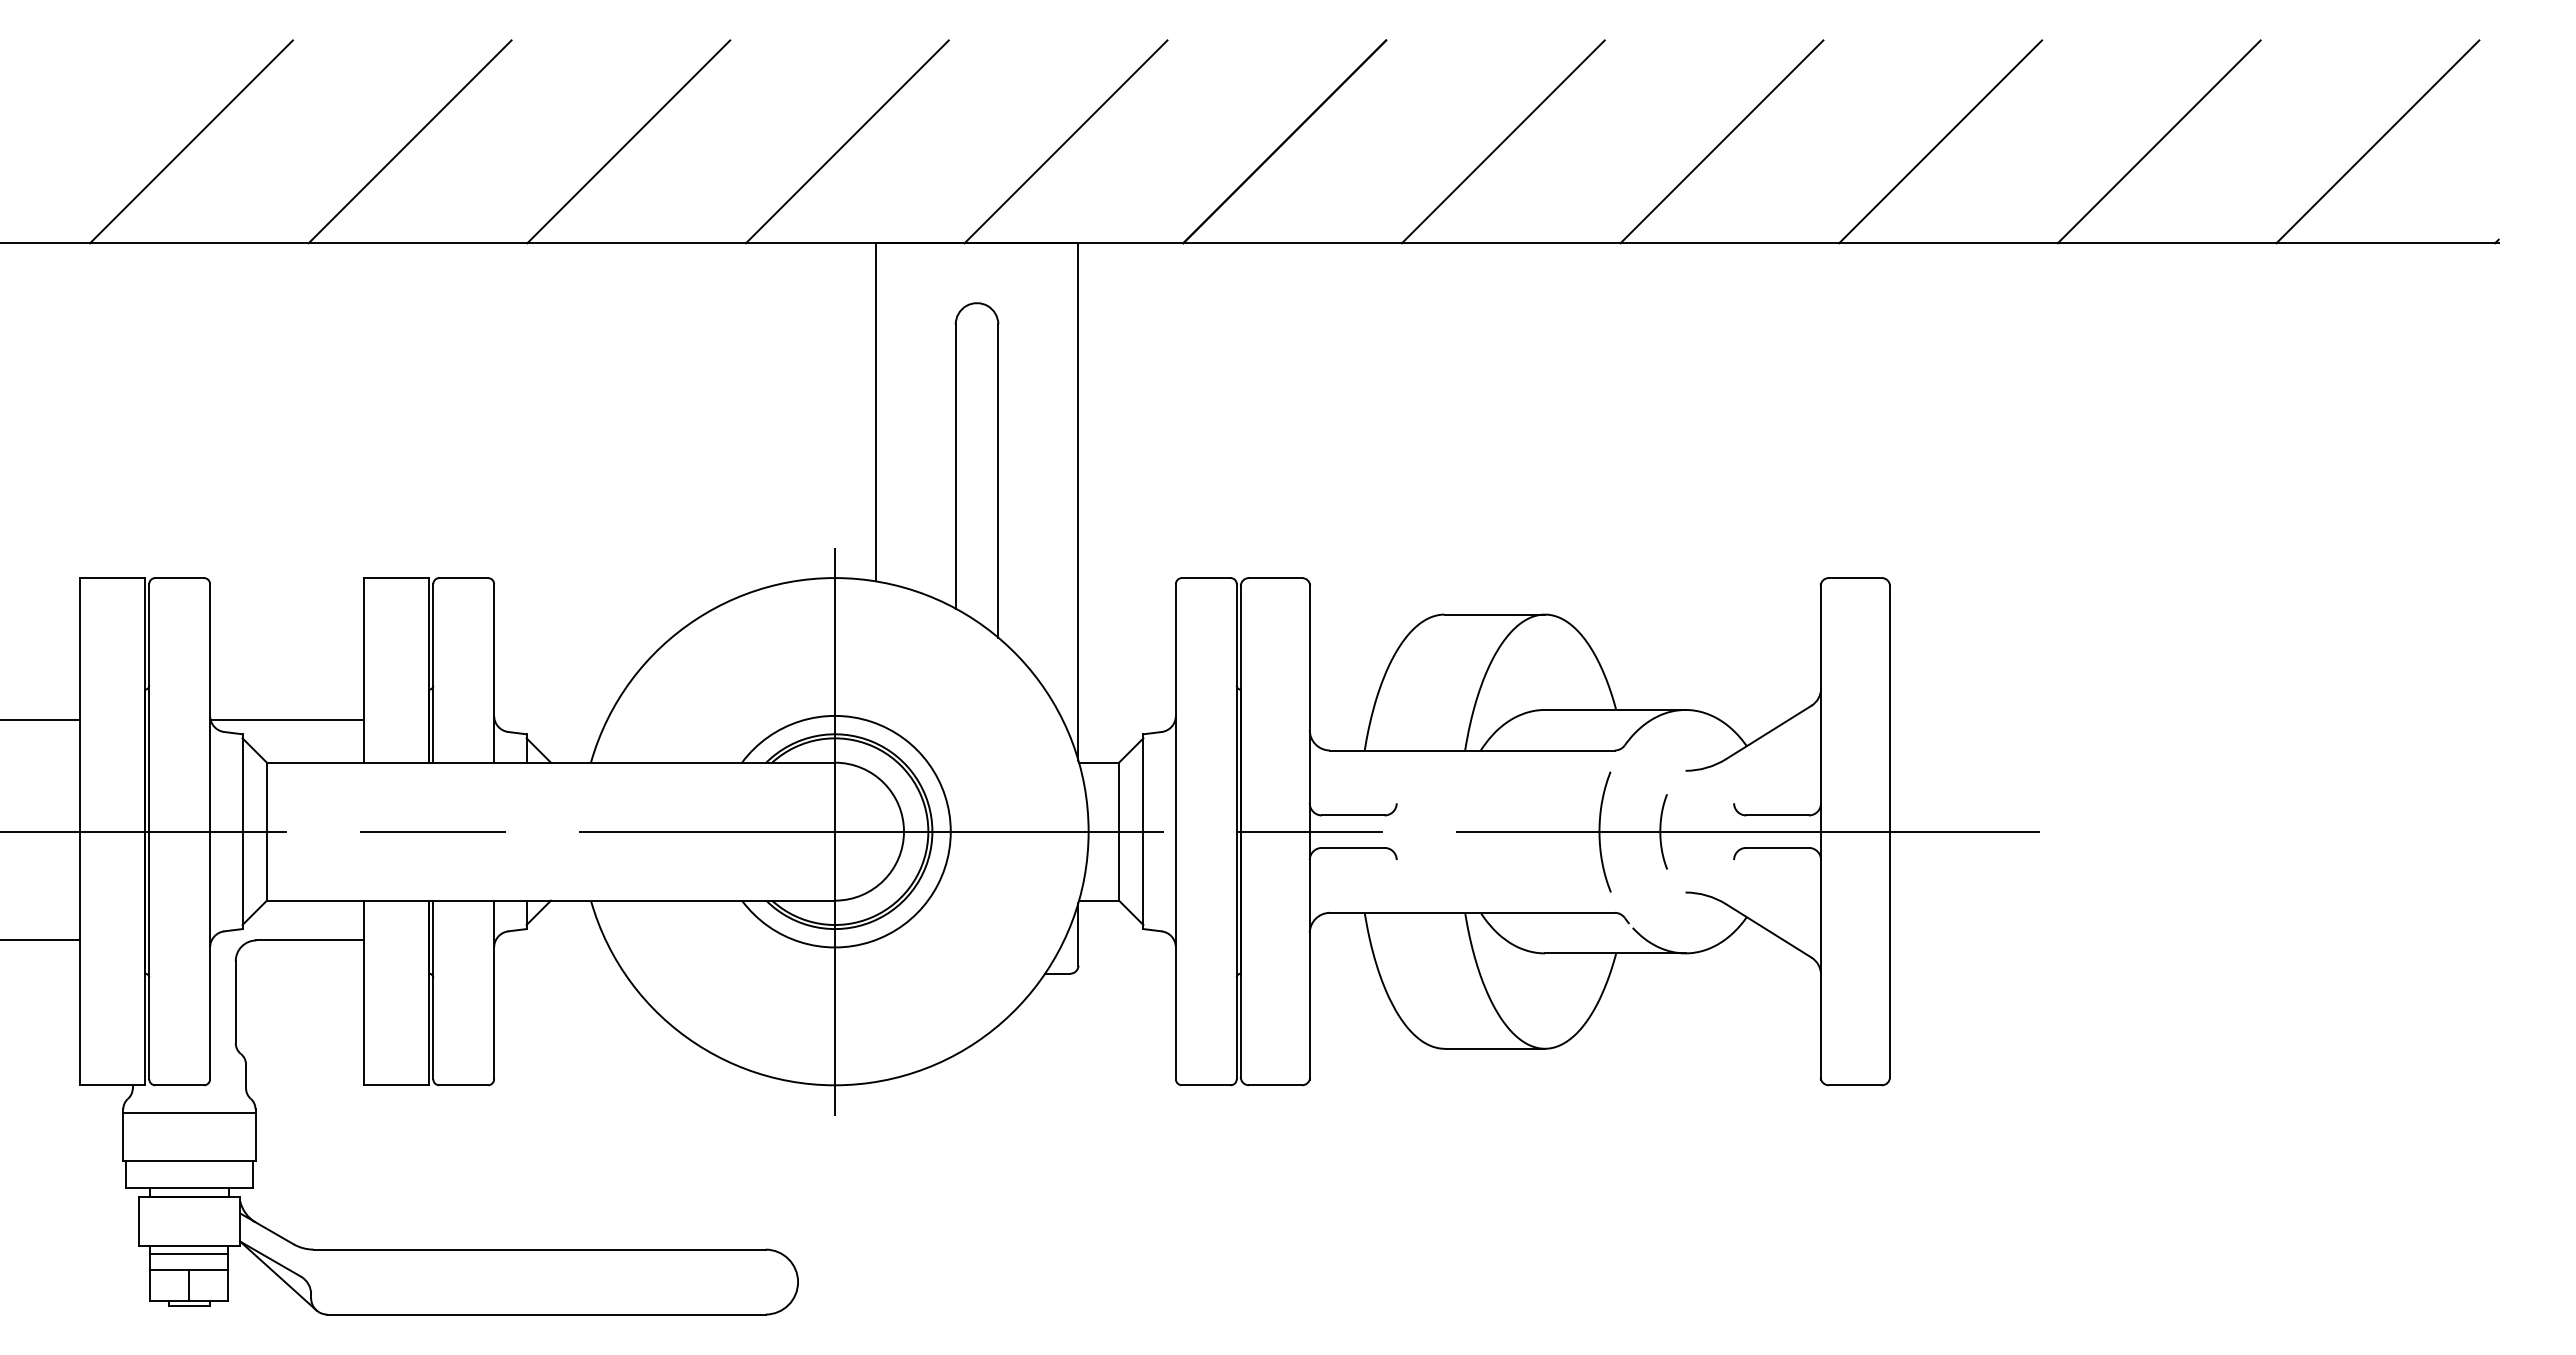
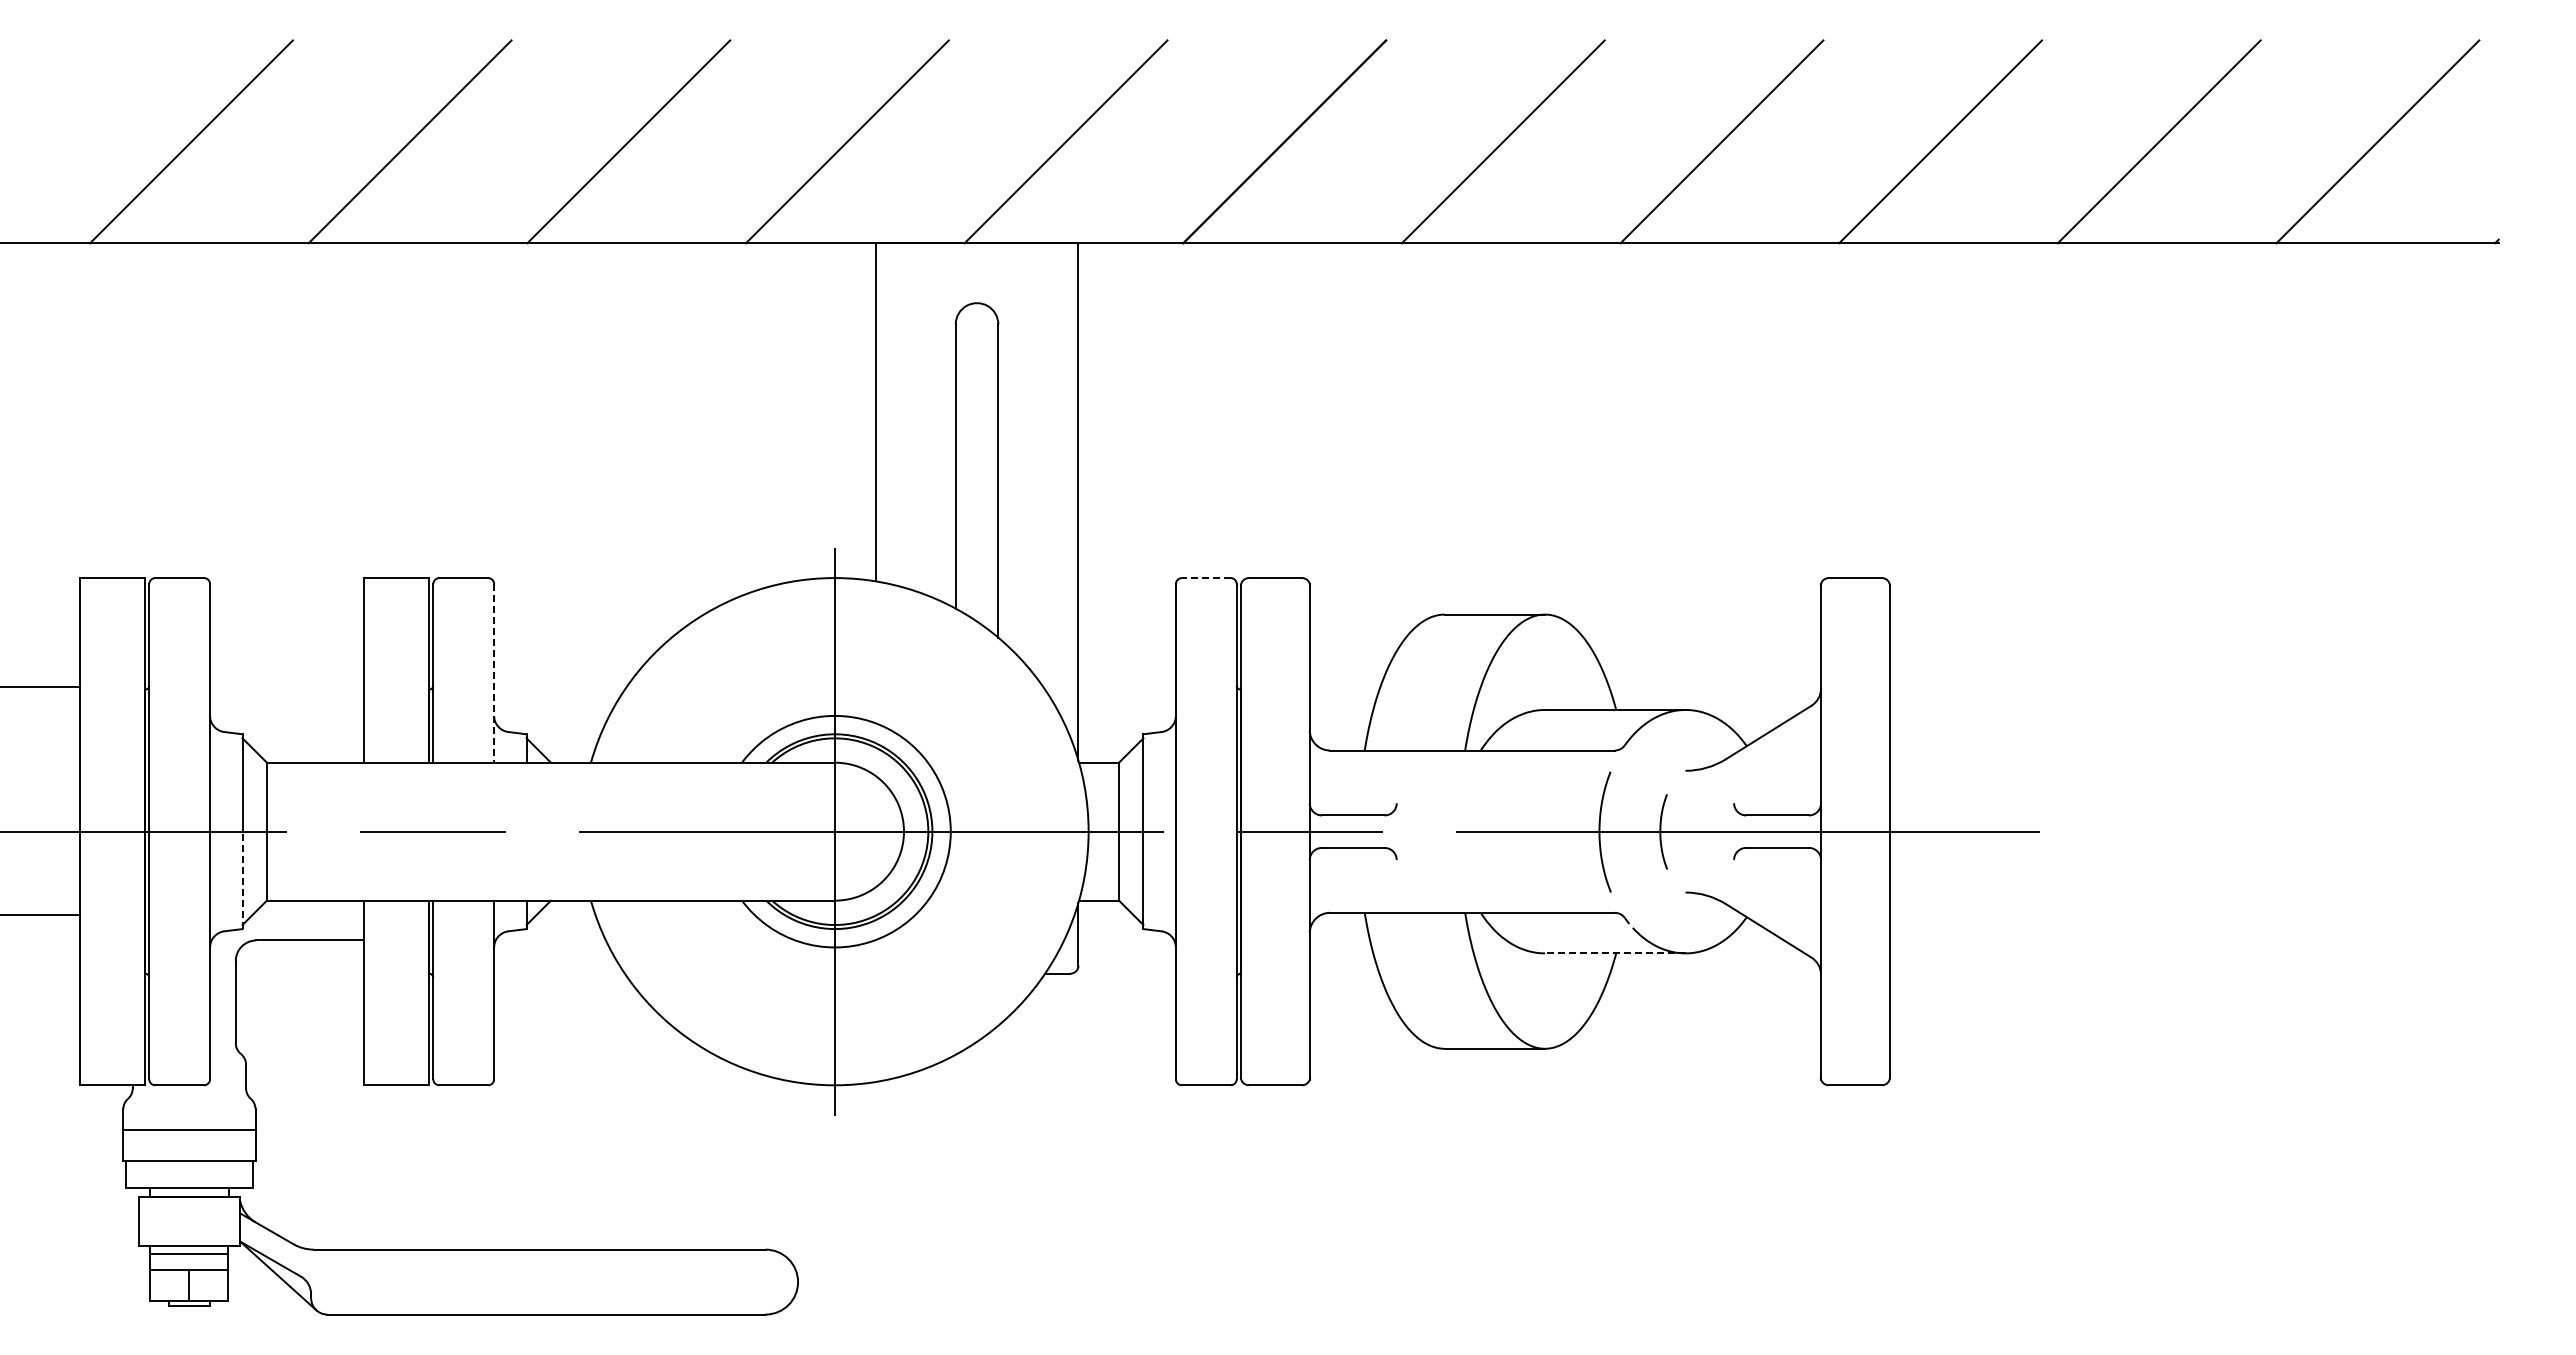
line at (1205, 578): solid -> dashed
line at (494, 673): solid -> dashed
line at (41, 720) position: (41, 720) -> (41, 687)
line at (287, 720): present -> none
line at (242, 880): solid -> dashed
line at (41, 940) position: (41, 940) -> (41, 915)
line at (1614, 953): solid -> dashed
line at (189, 1112) position: (189, 1112) -> (189, 1129)
